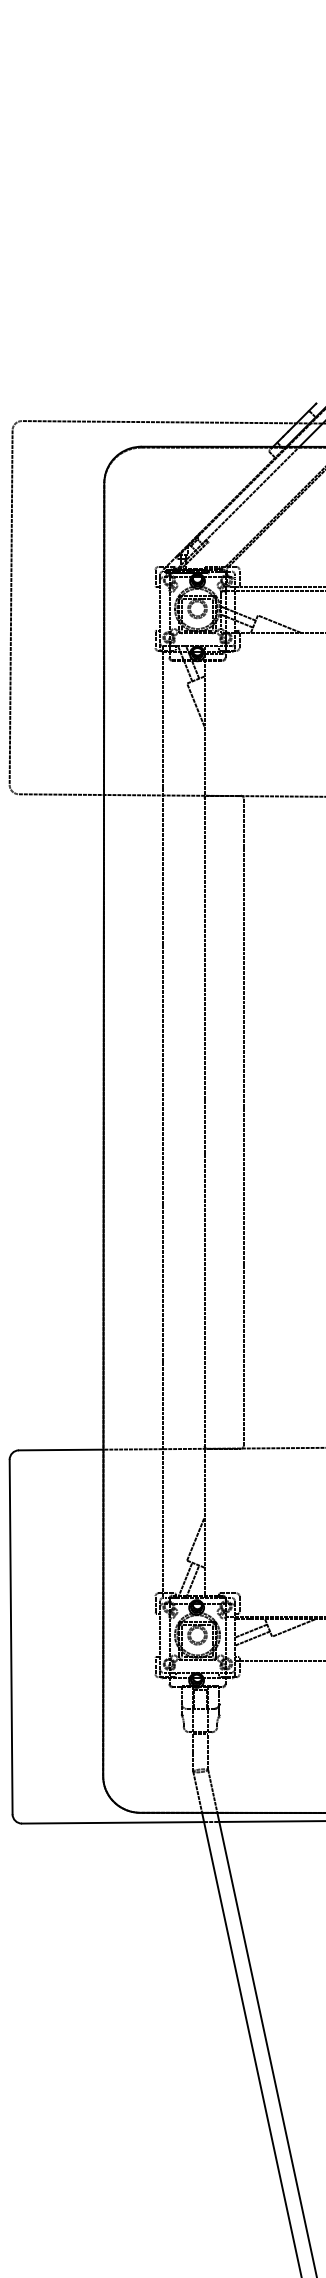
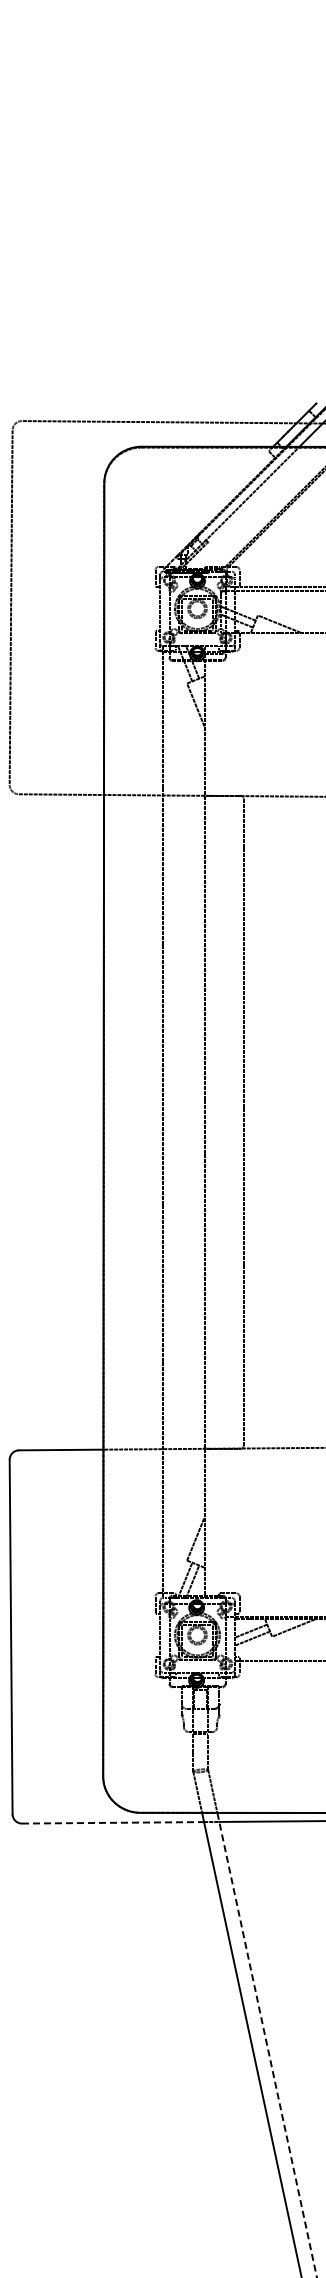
line at (113, 1822): solid -> dashed
line at (267, 2045): solid -> dashed
